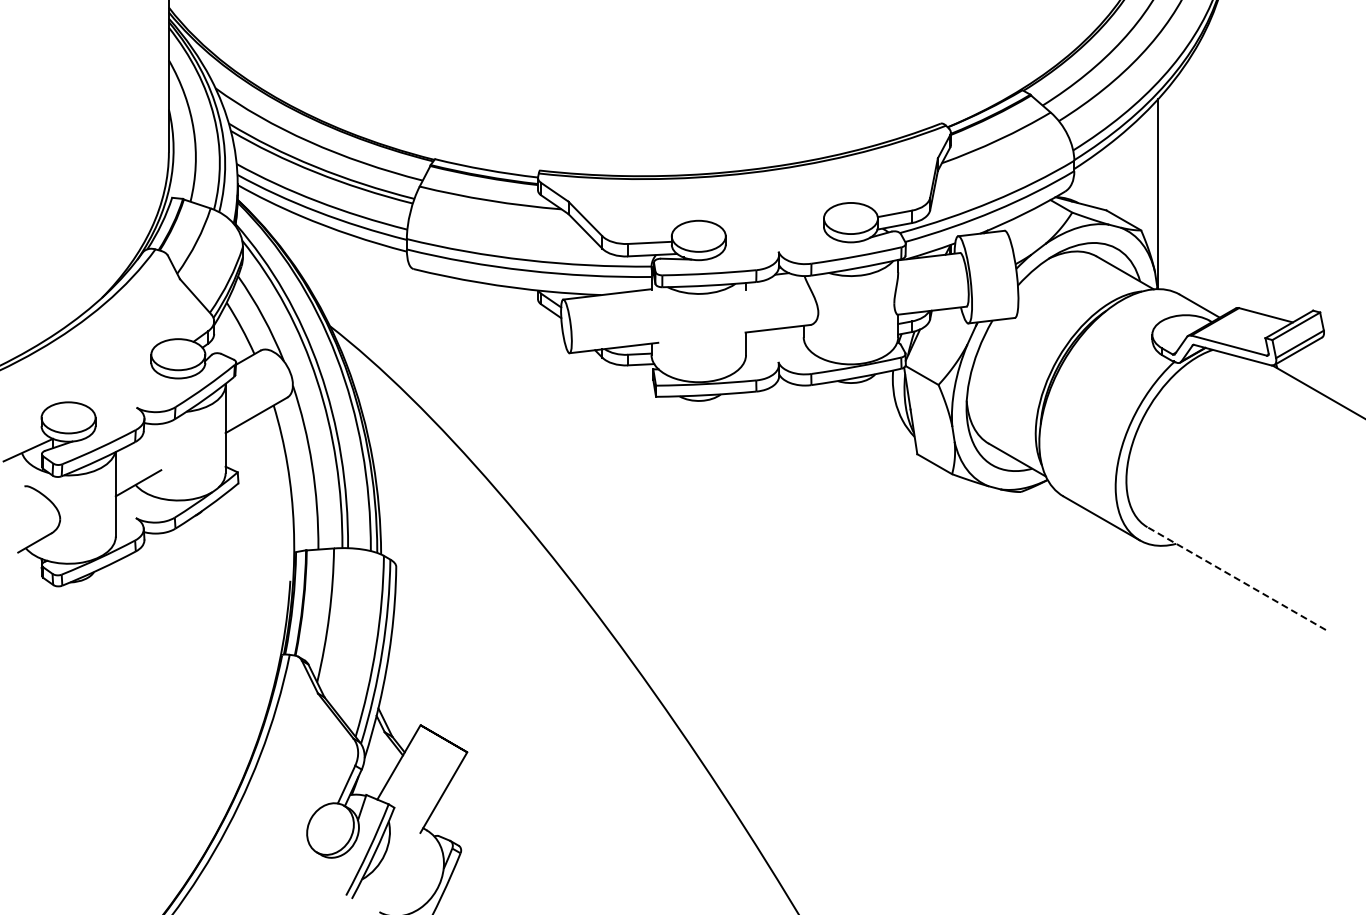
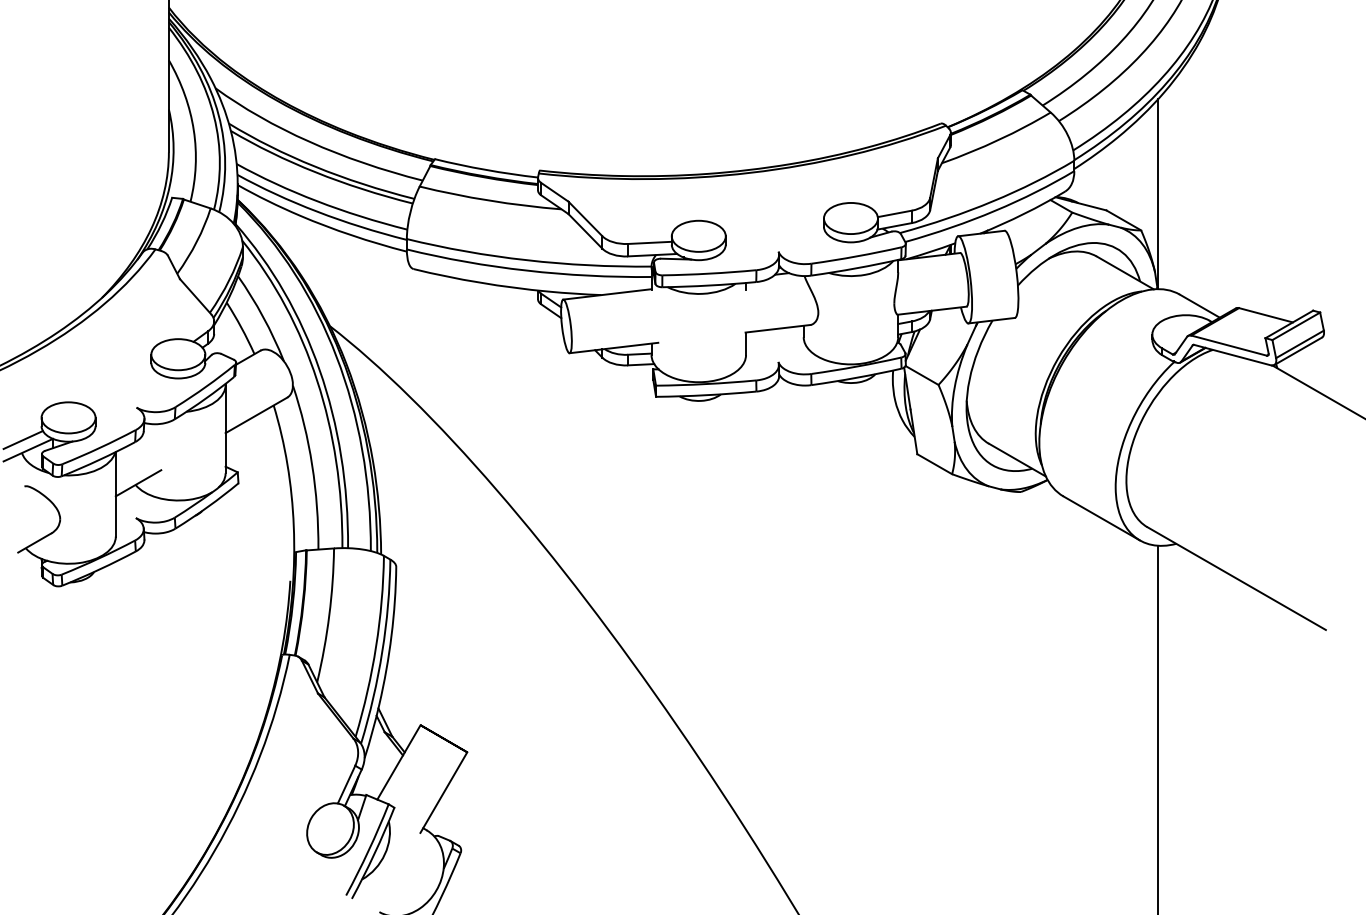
line at (22, 440): none -> present
line at (1236, 578): dashed -> solid
line at (1158, 728): none -> present
